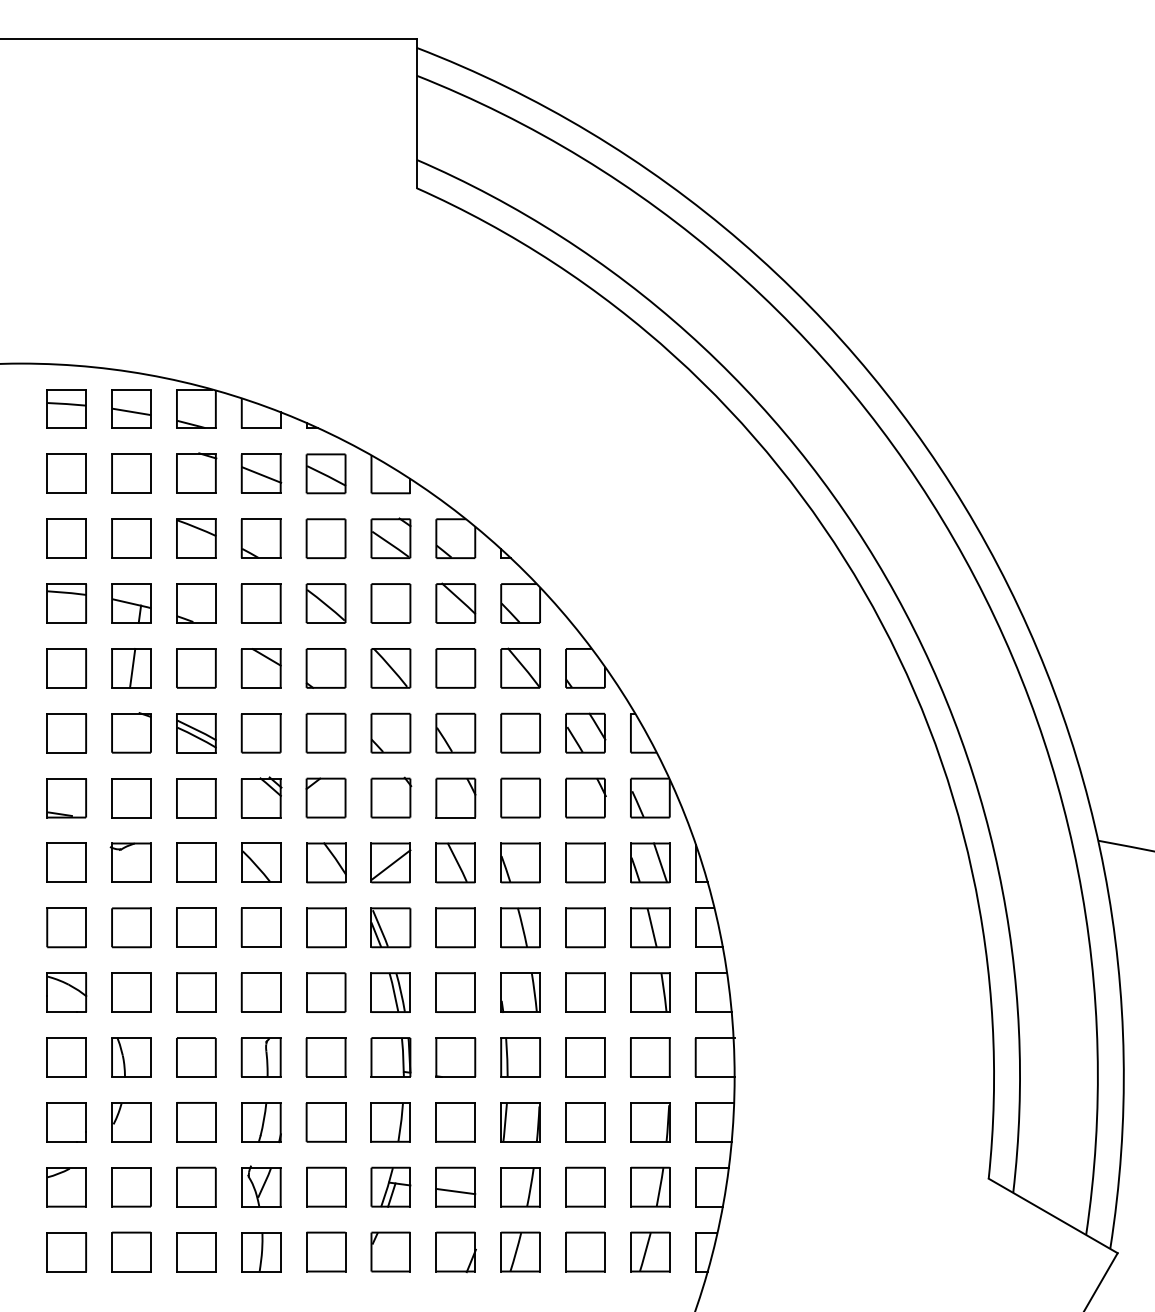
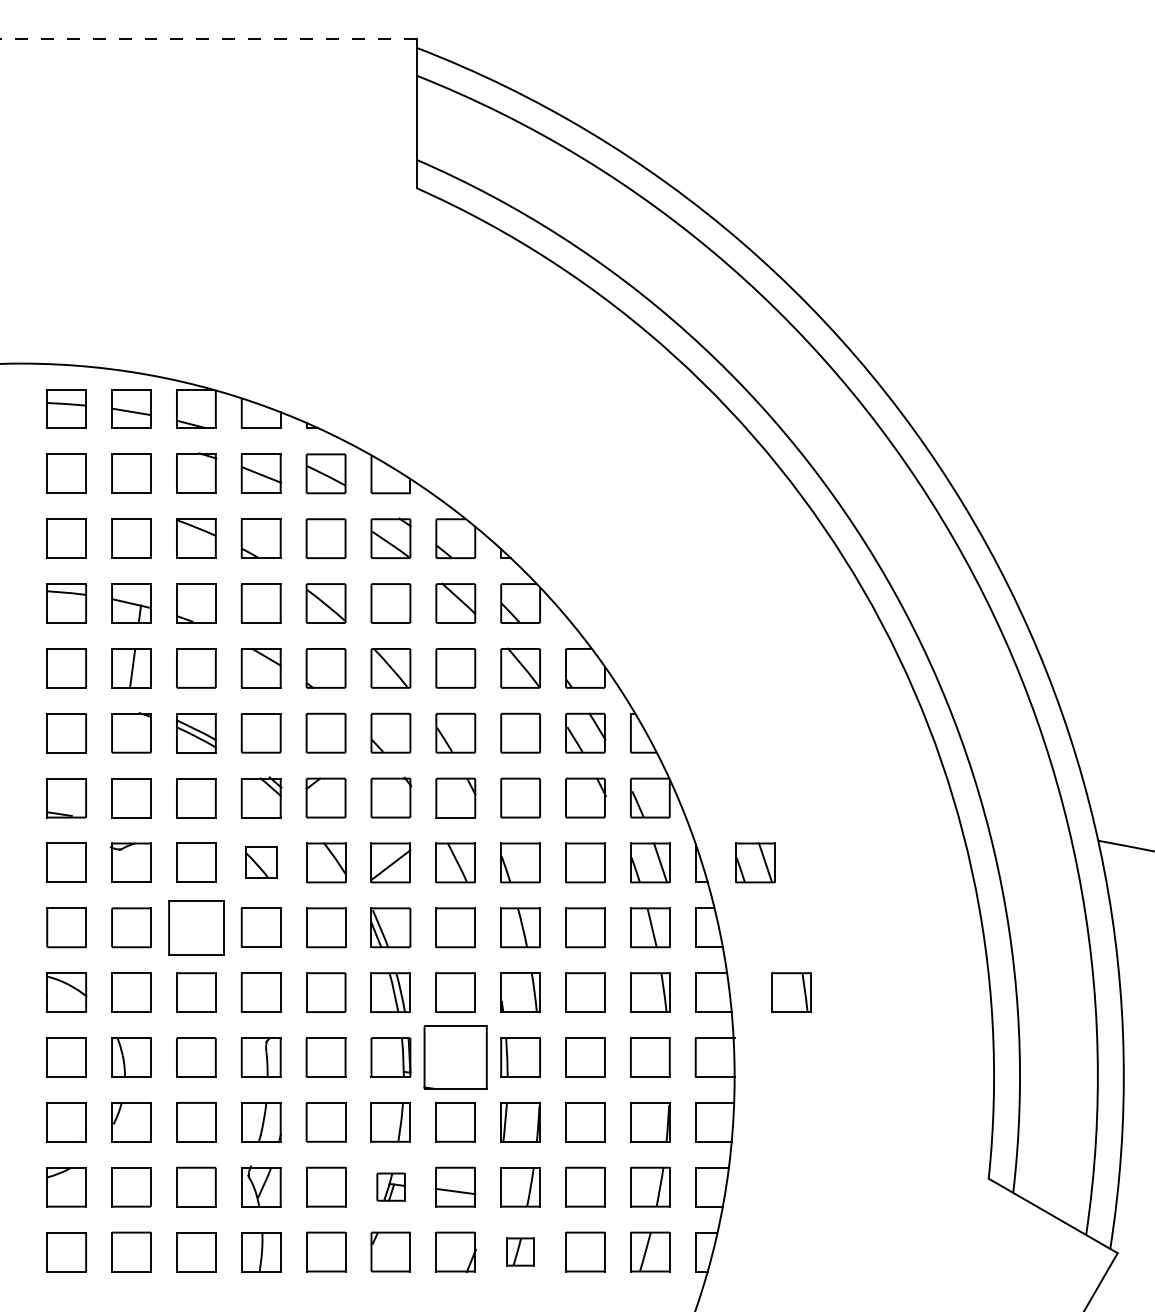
line at (209, 39): solid -> dashed
part at (261, 862) size: 41x41 px -> 33x33 px
part at (755, 862): none -> present
part at (196, 927) size: 41x41 px -> 57x56 px
part at (791, 992): none -> present
part at (455, 1057) size: 42x41 px -> 65x65 px
part at (390, 1186) size: 42x42 px -> 30x30 px
part at (520, 1251) size: 41x42 px -> 29x30 px
